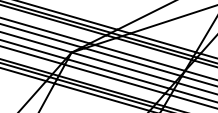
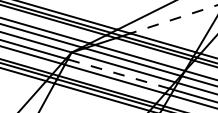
line at (174, 19): solid -> dashed
line at (118, 74): solid -> dashed
